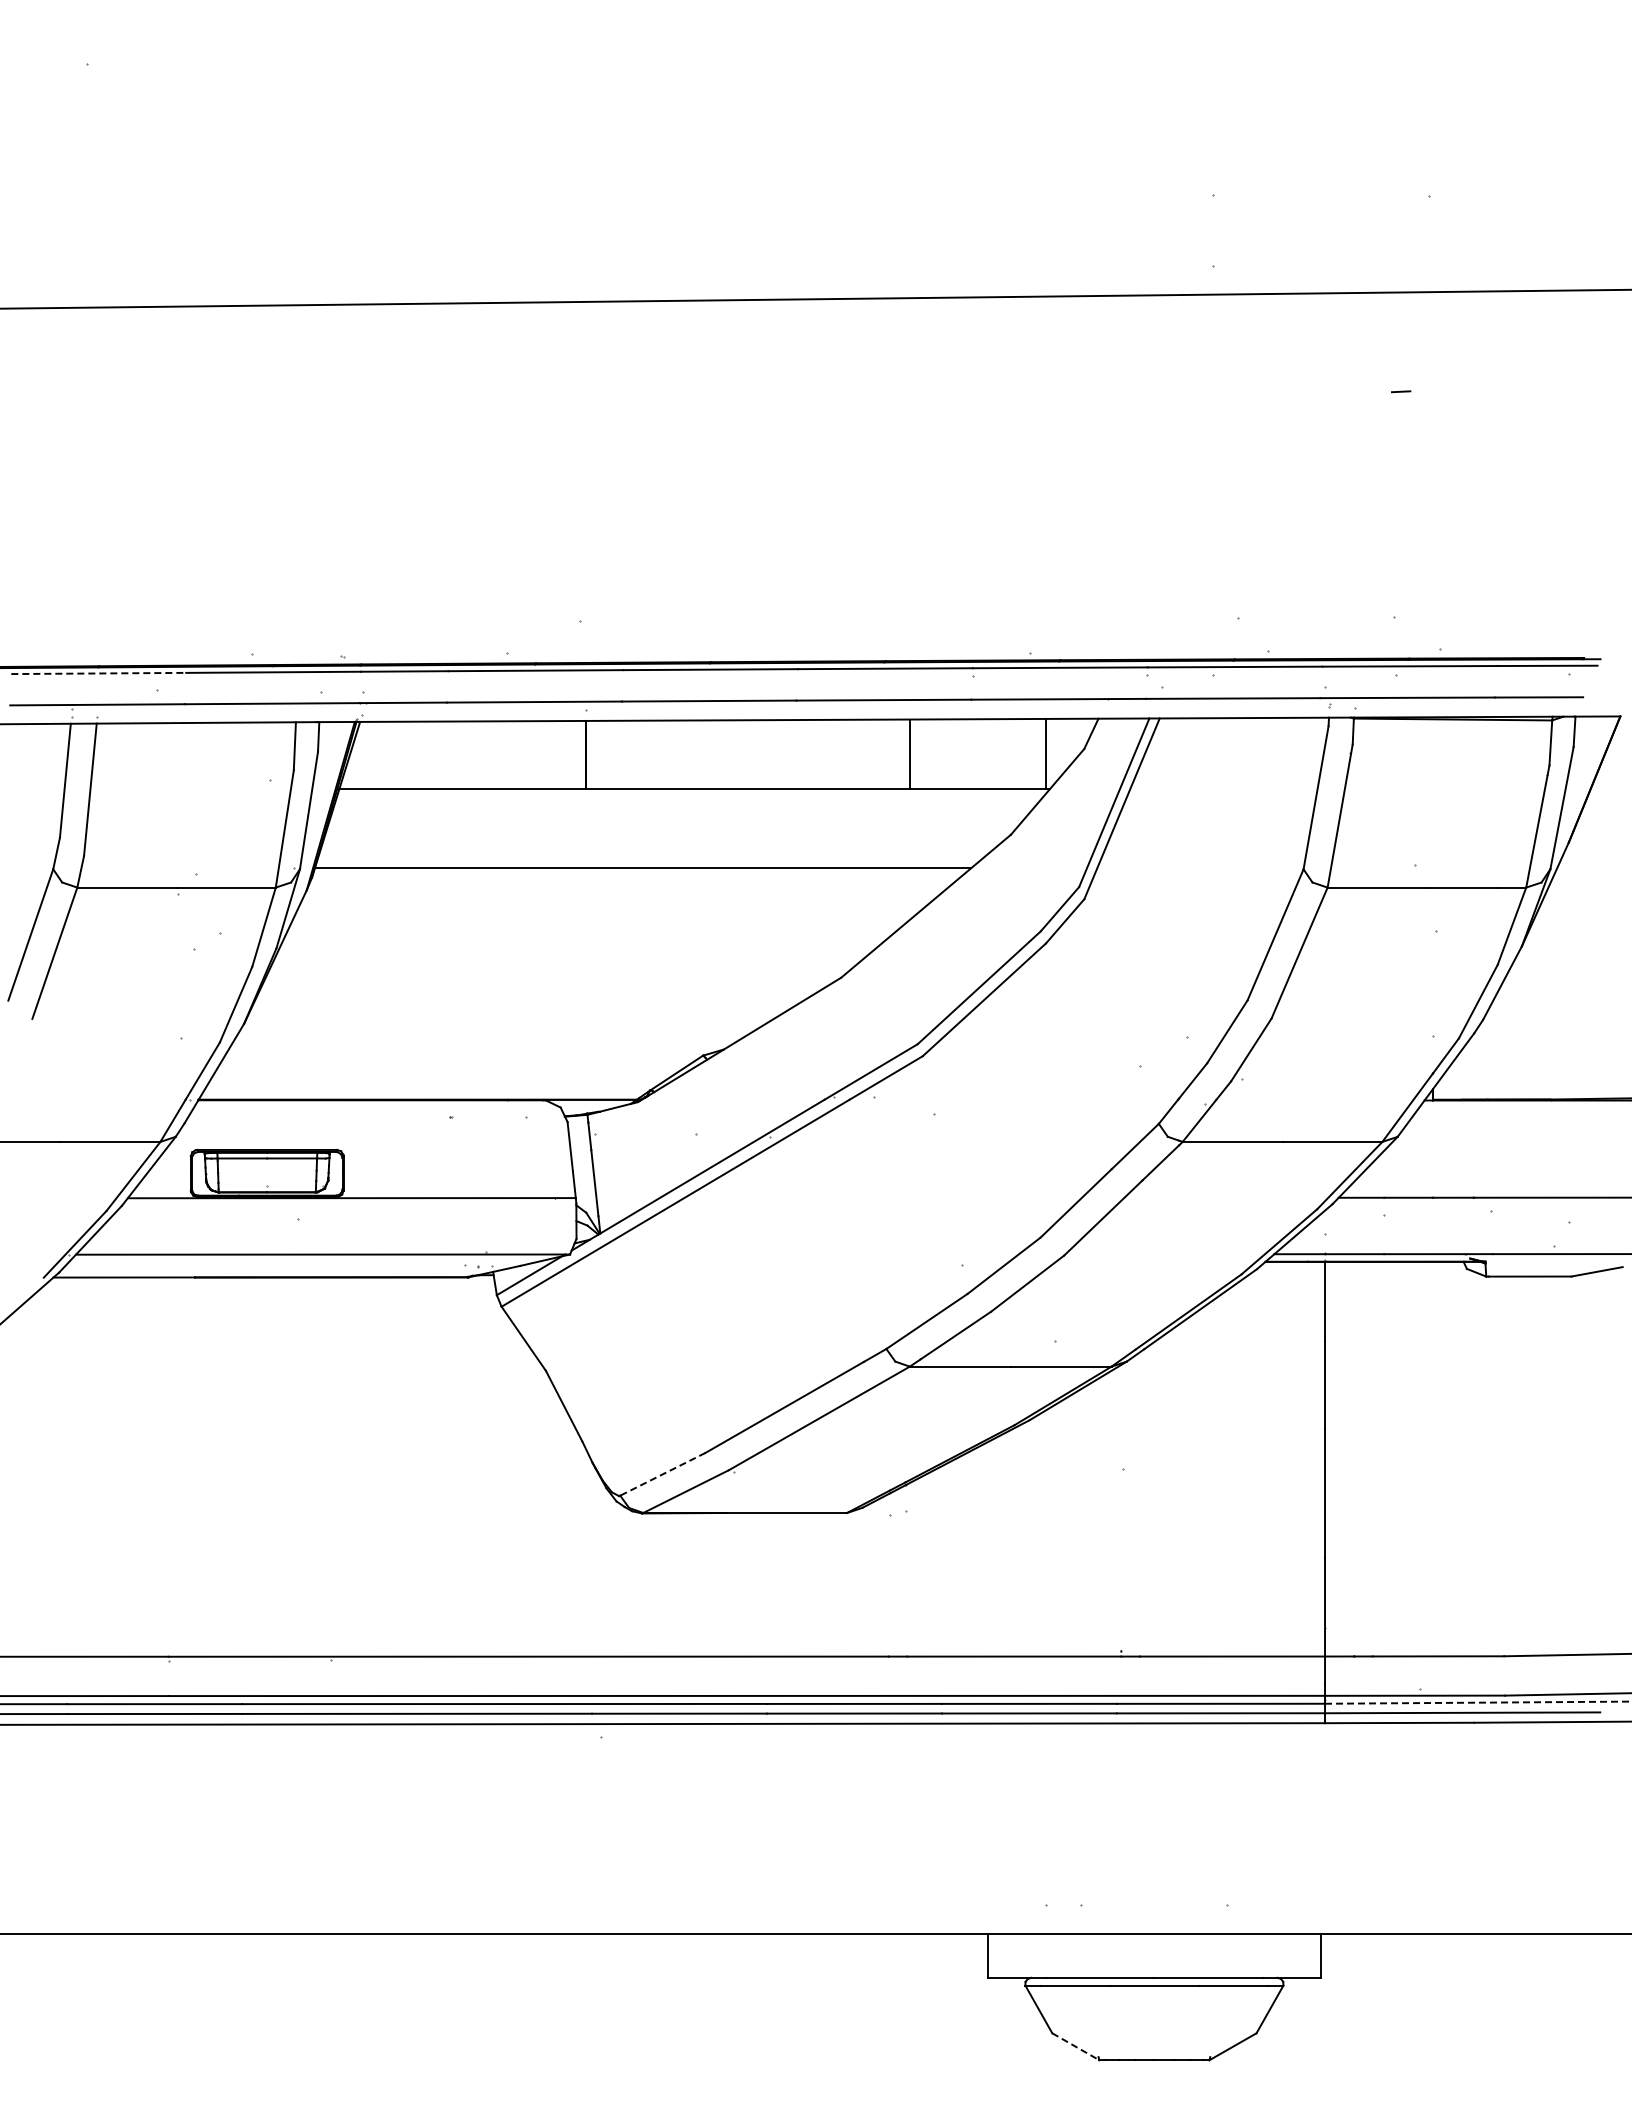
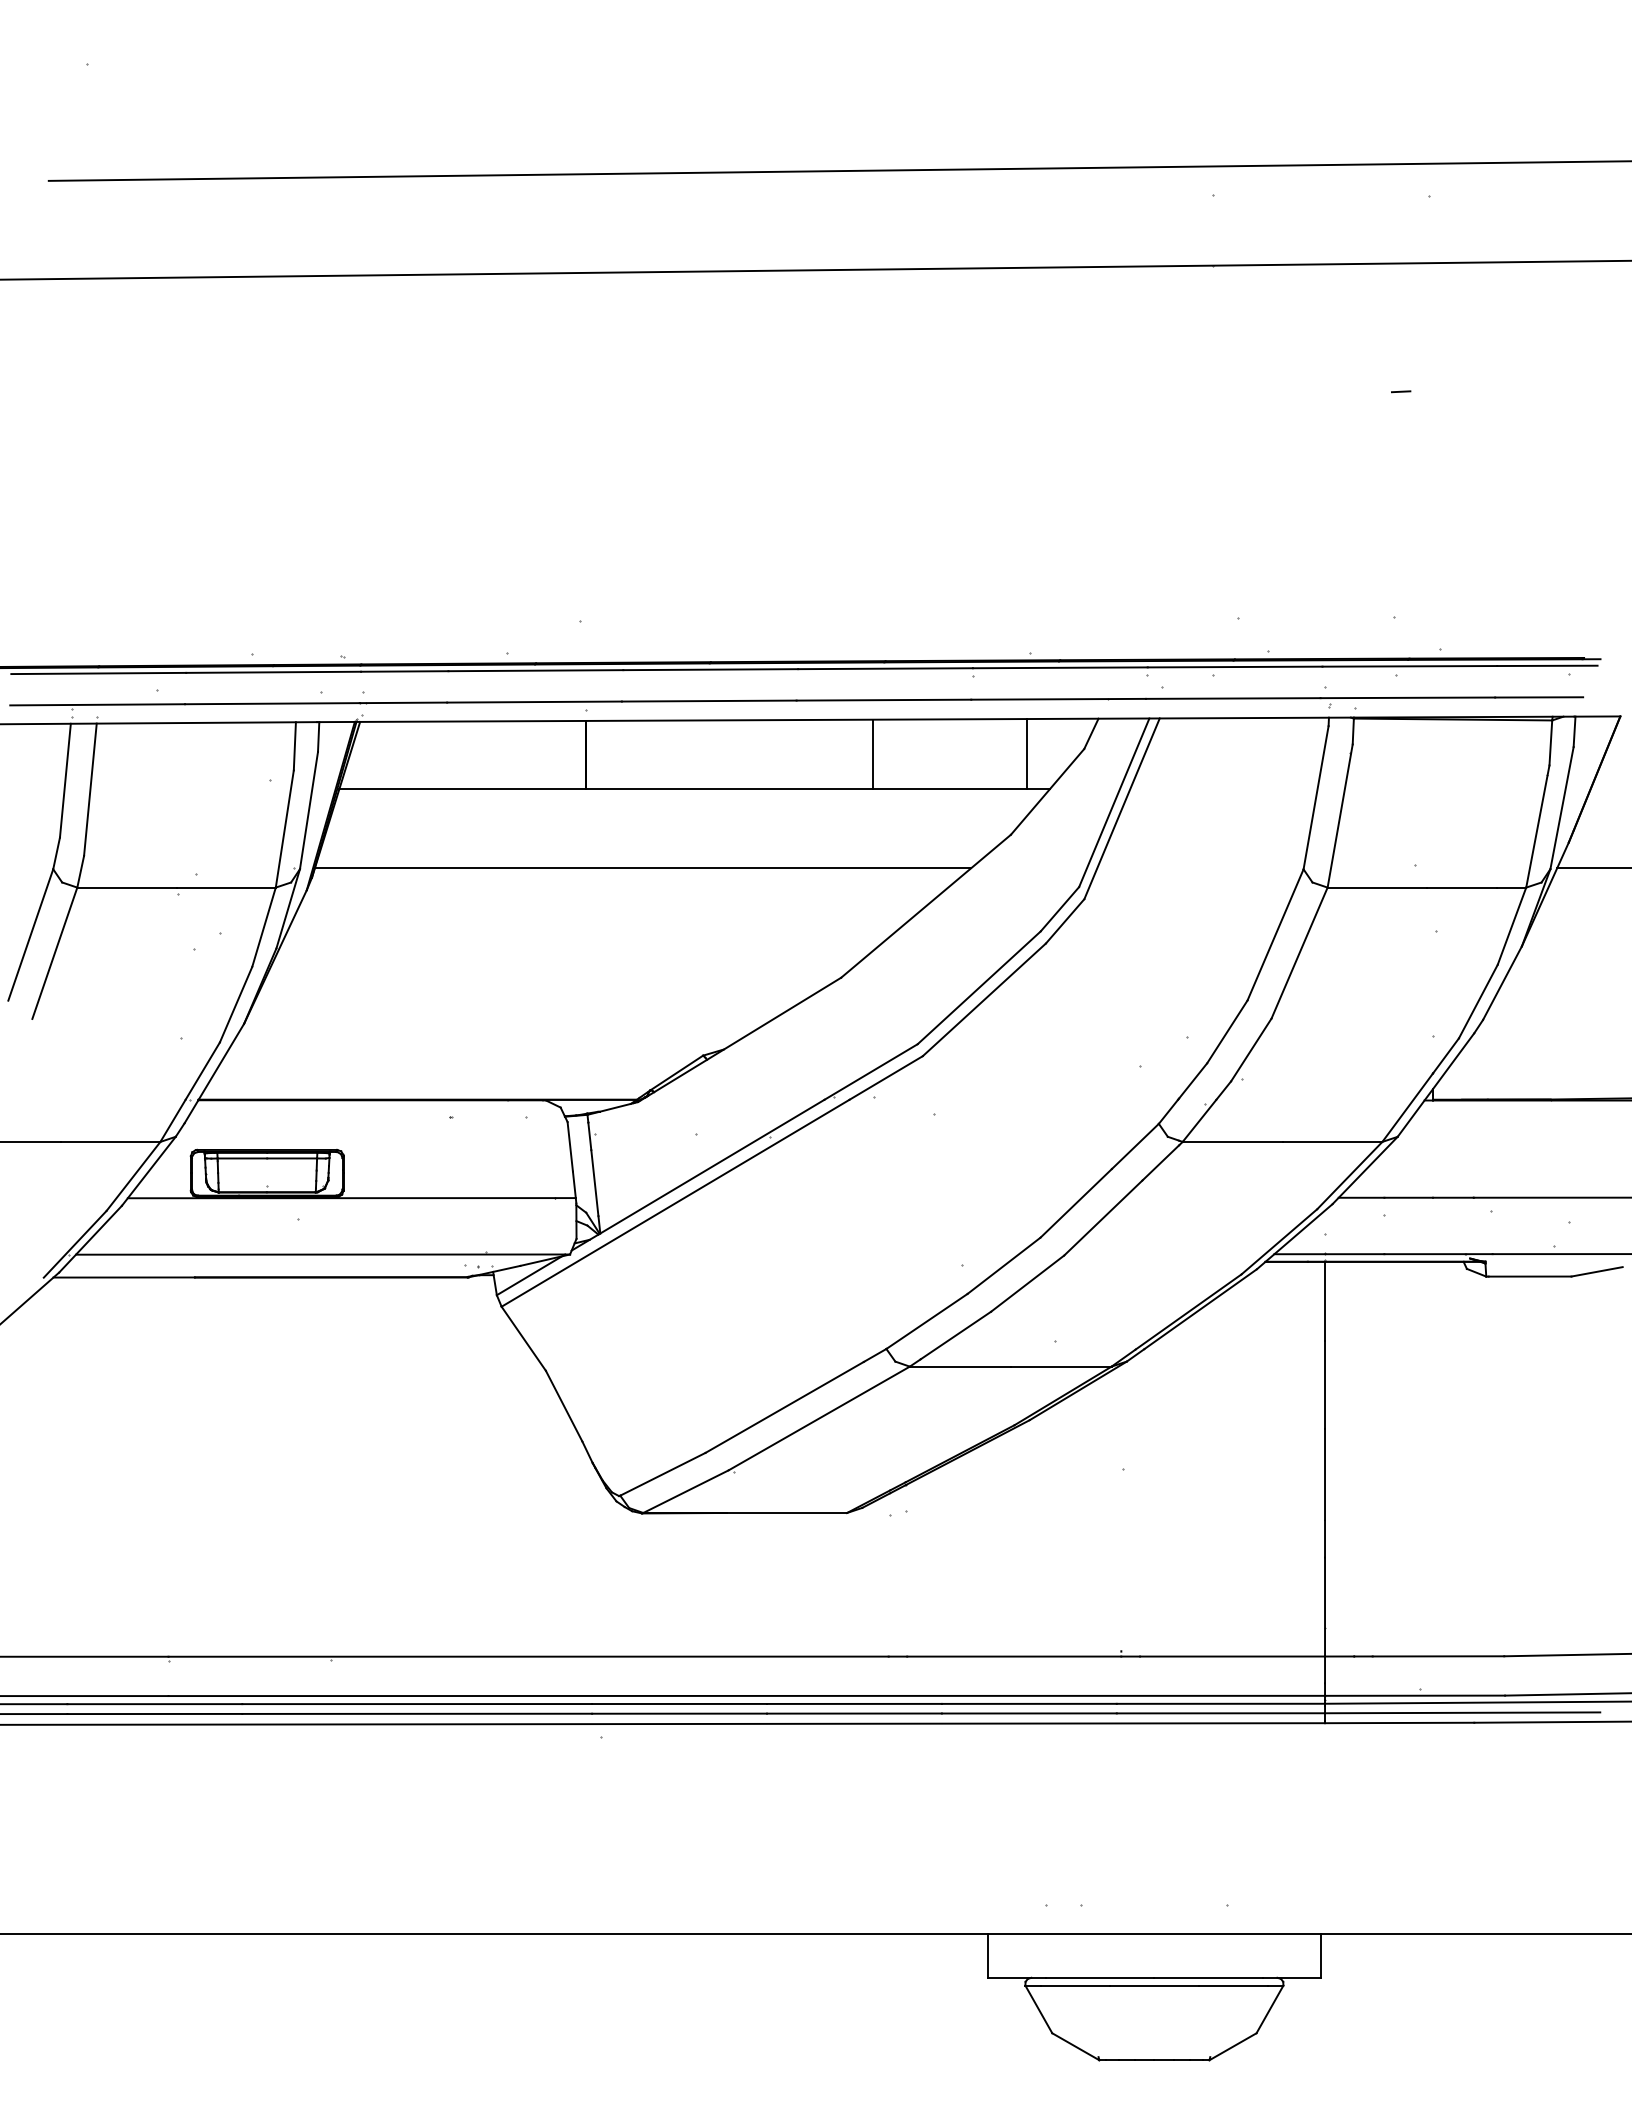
line at (838, 170): none -> present
line at (815, 298) position: (815, 298) -> (815, 269)
line at (99, 673): dashed -> solid
line at (910, 753) position: (910, 753) -> (873, 753)
line at (1046, 753) position: (1046, 753) -> (1027, 753)
line at (1592, 868): none -> present
line at (662, 1474): dashed -> solid
line at (1478, 1702): dashed -> solid
line at (1076, 2047): dashed -> solid
